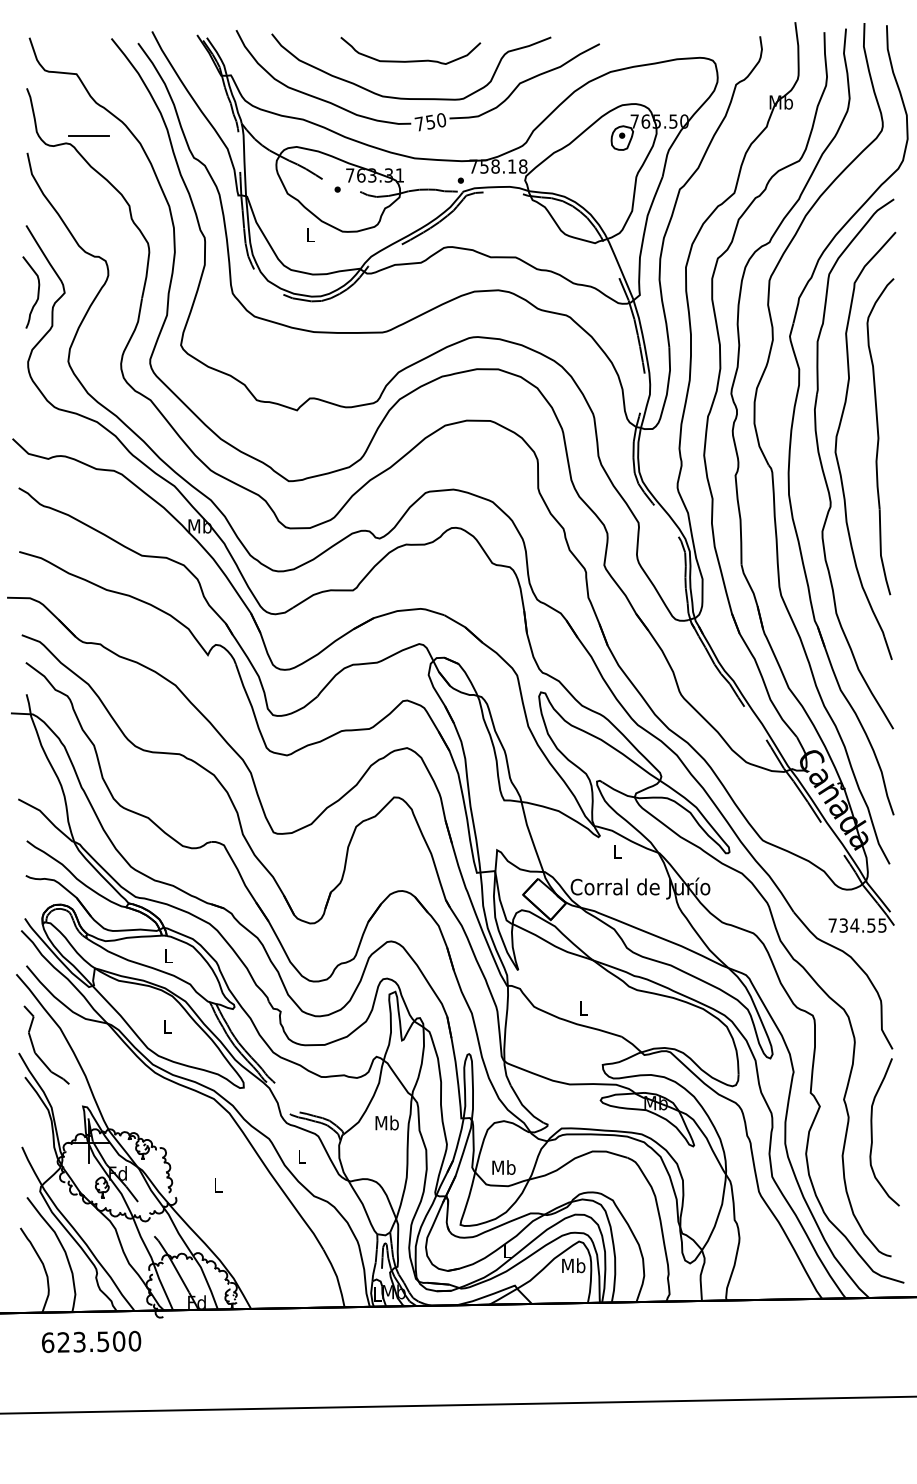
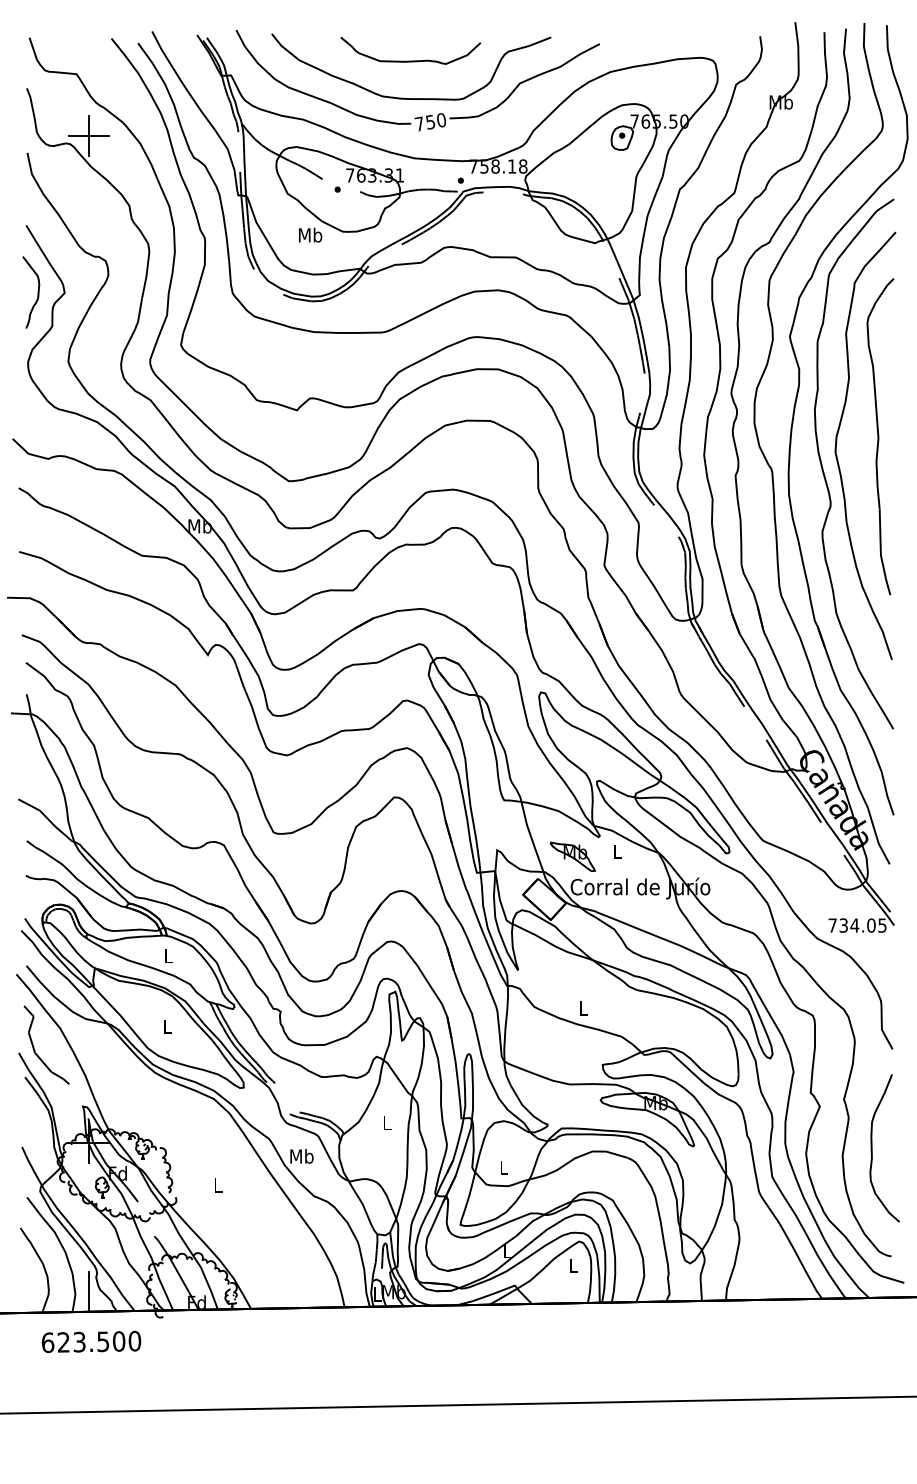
line at (89, 135): none -> present
text at (310, 234): L -> Mb
part at (572, 856): none -> present
text at (871, 925): 734.55 -> 734.05
text at (386, 1122): Mb -> L
curve at (872, 1132) position: (872, 1132) -> (872, 1148)
text at (301, 1156): L -> Mb
text at (503, 1167): Mb -> L
text at (573, 1265): Mb -> L
line at (89, 1291): none -> present
